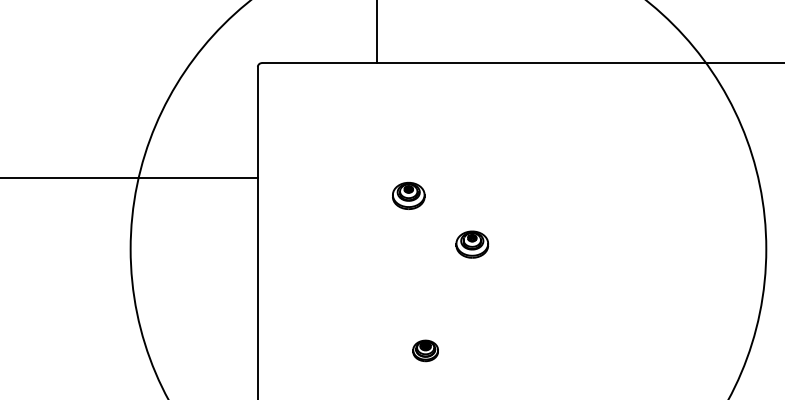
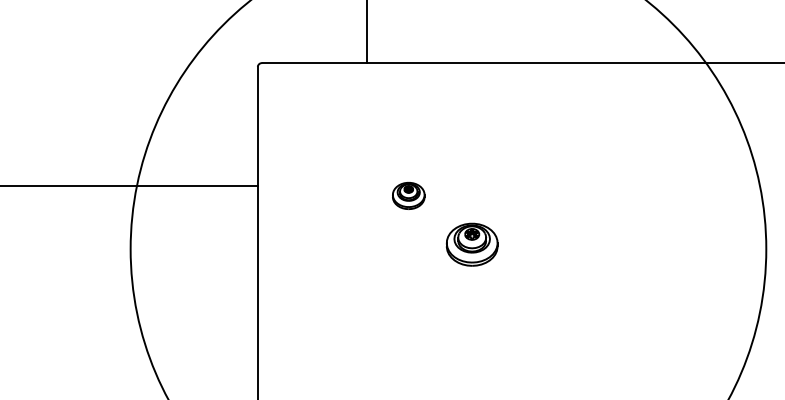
line at (376, 32) position: (376, 32) -> (366, 32)
line at (129, 177) position: (129, 177) -> (129, 185)
part at (472, 244) size: 35x29 px -> 53x45 px
part at (425, 350): present -> none
